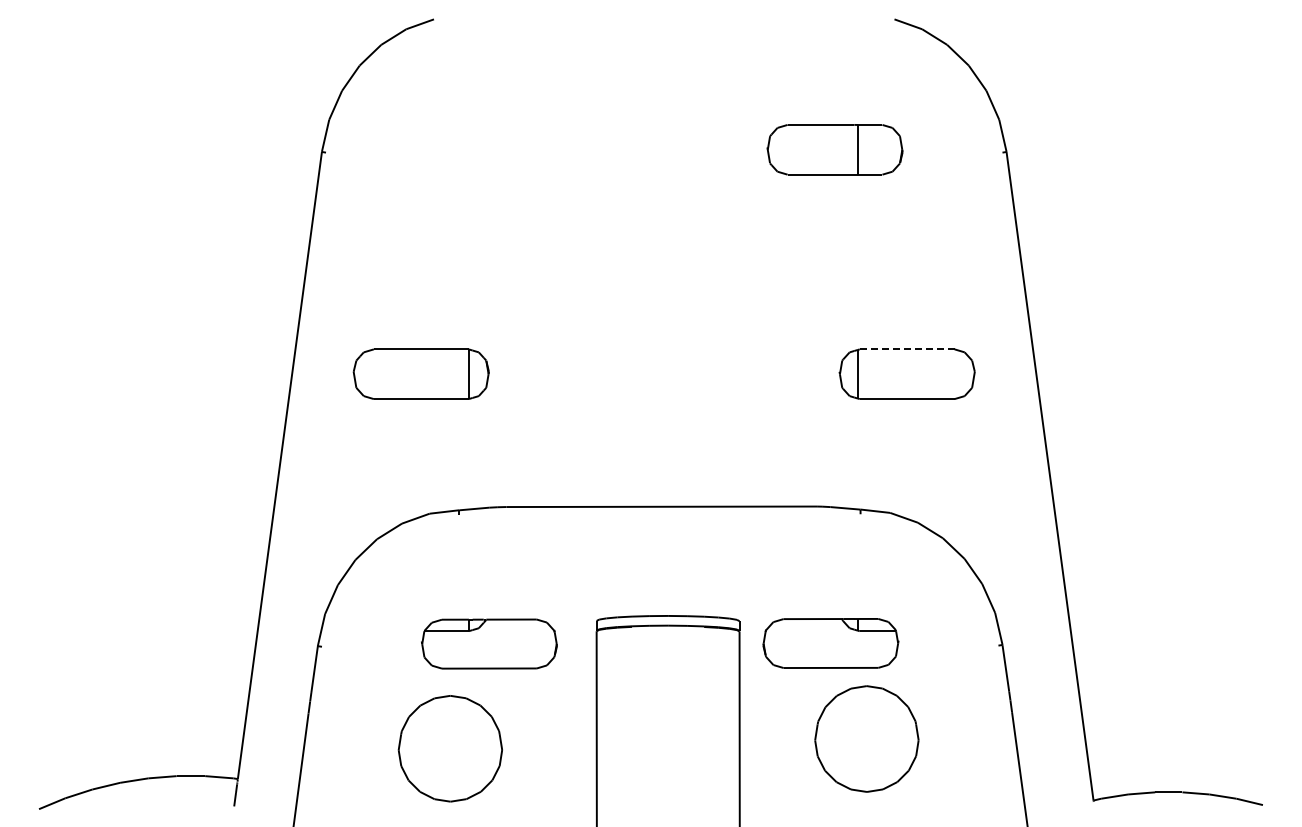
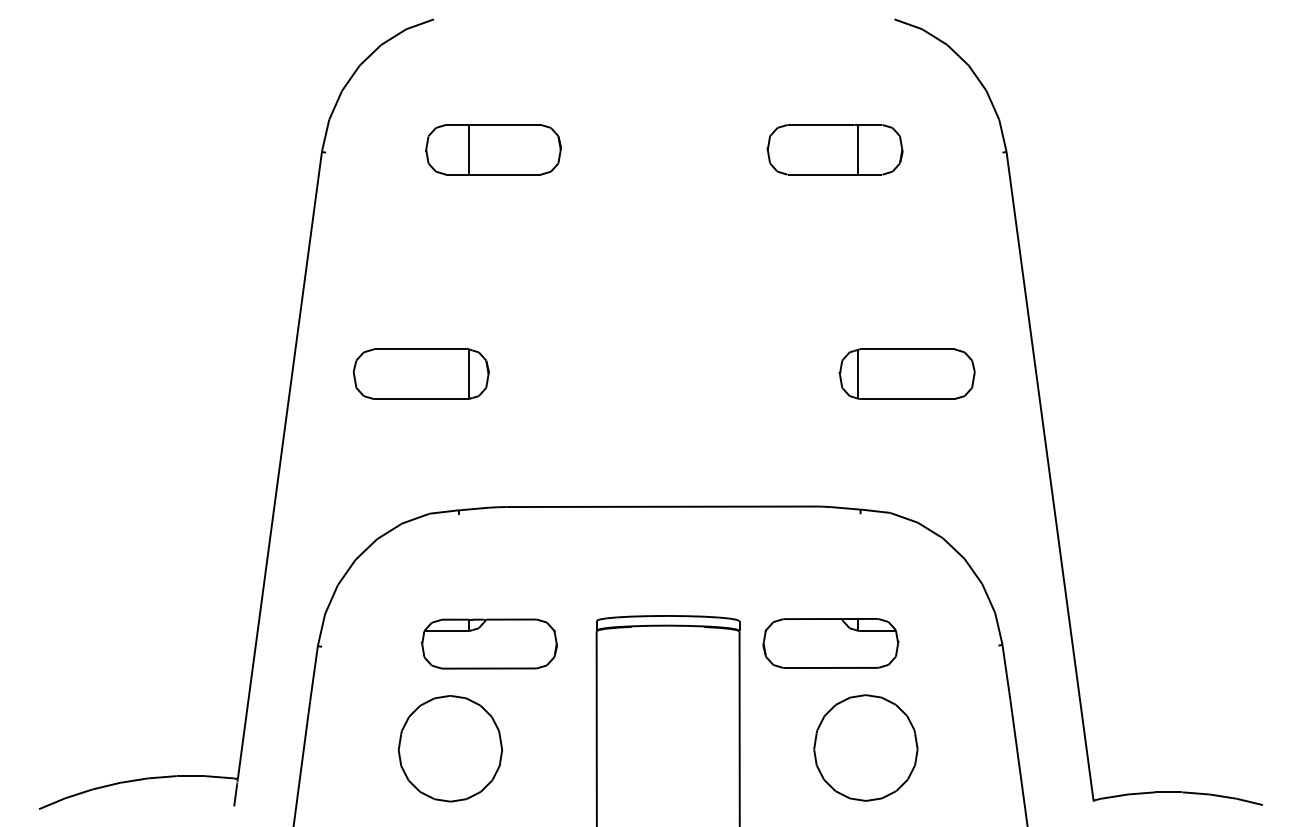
part at (493, 149): none -> present
line at (906, 349): dashed -> solid
part at (866, 738) position: (866, 738) -> (865, 747)
